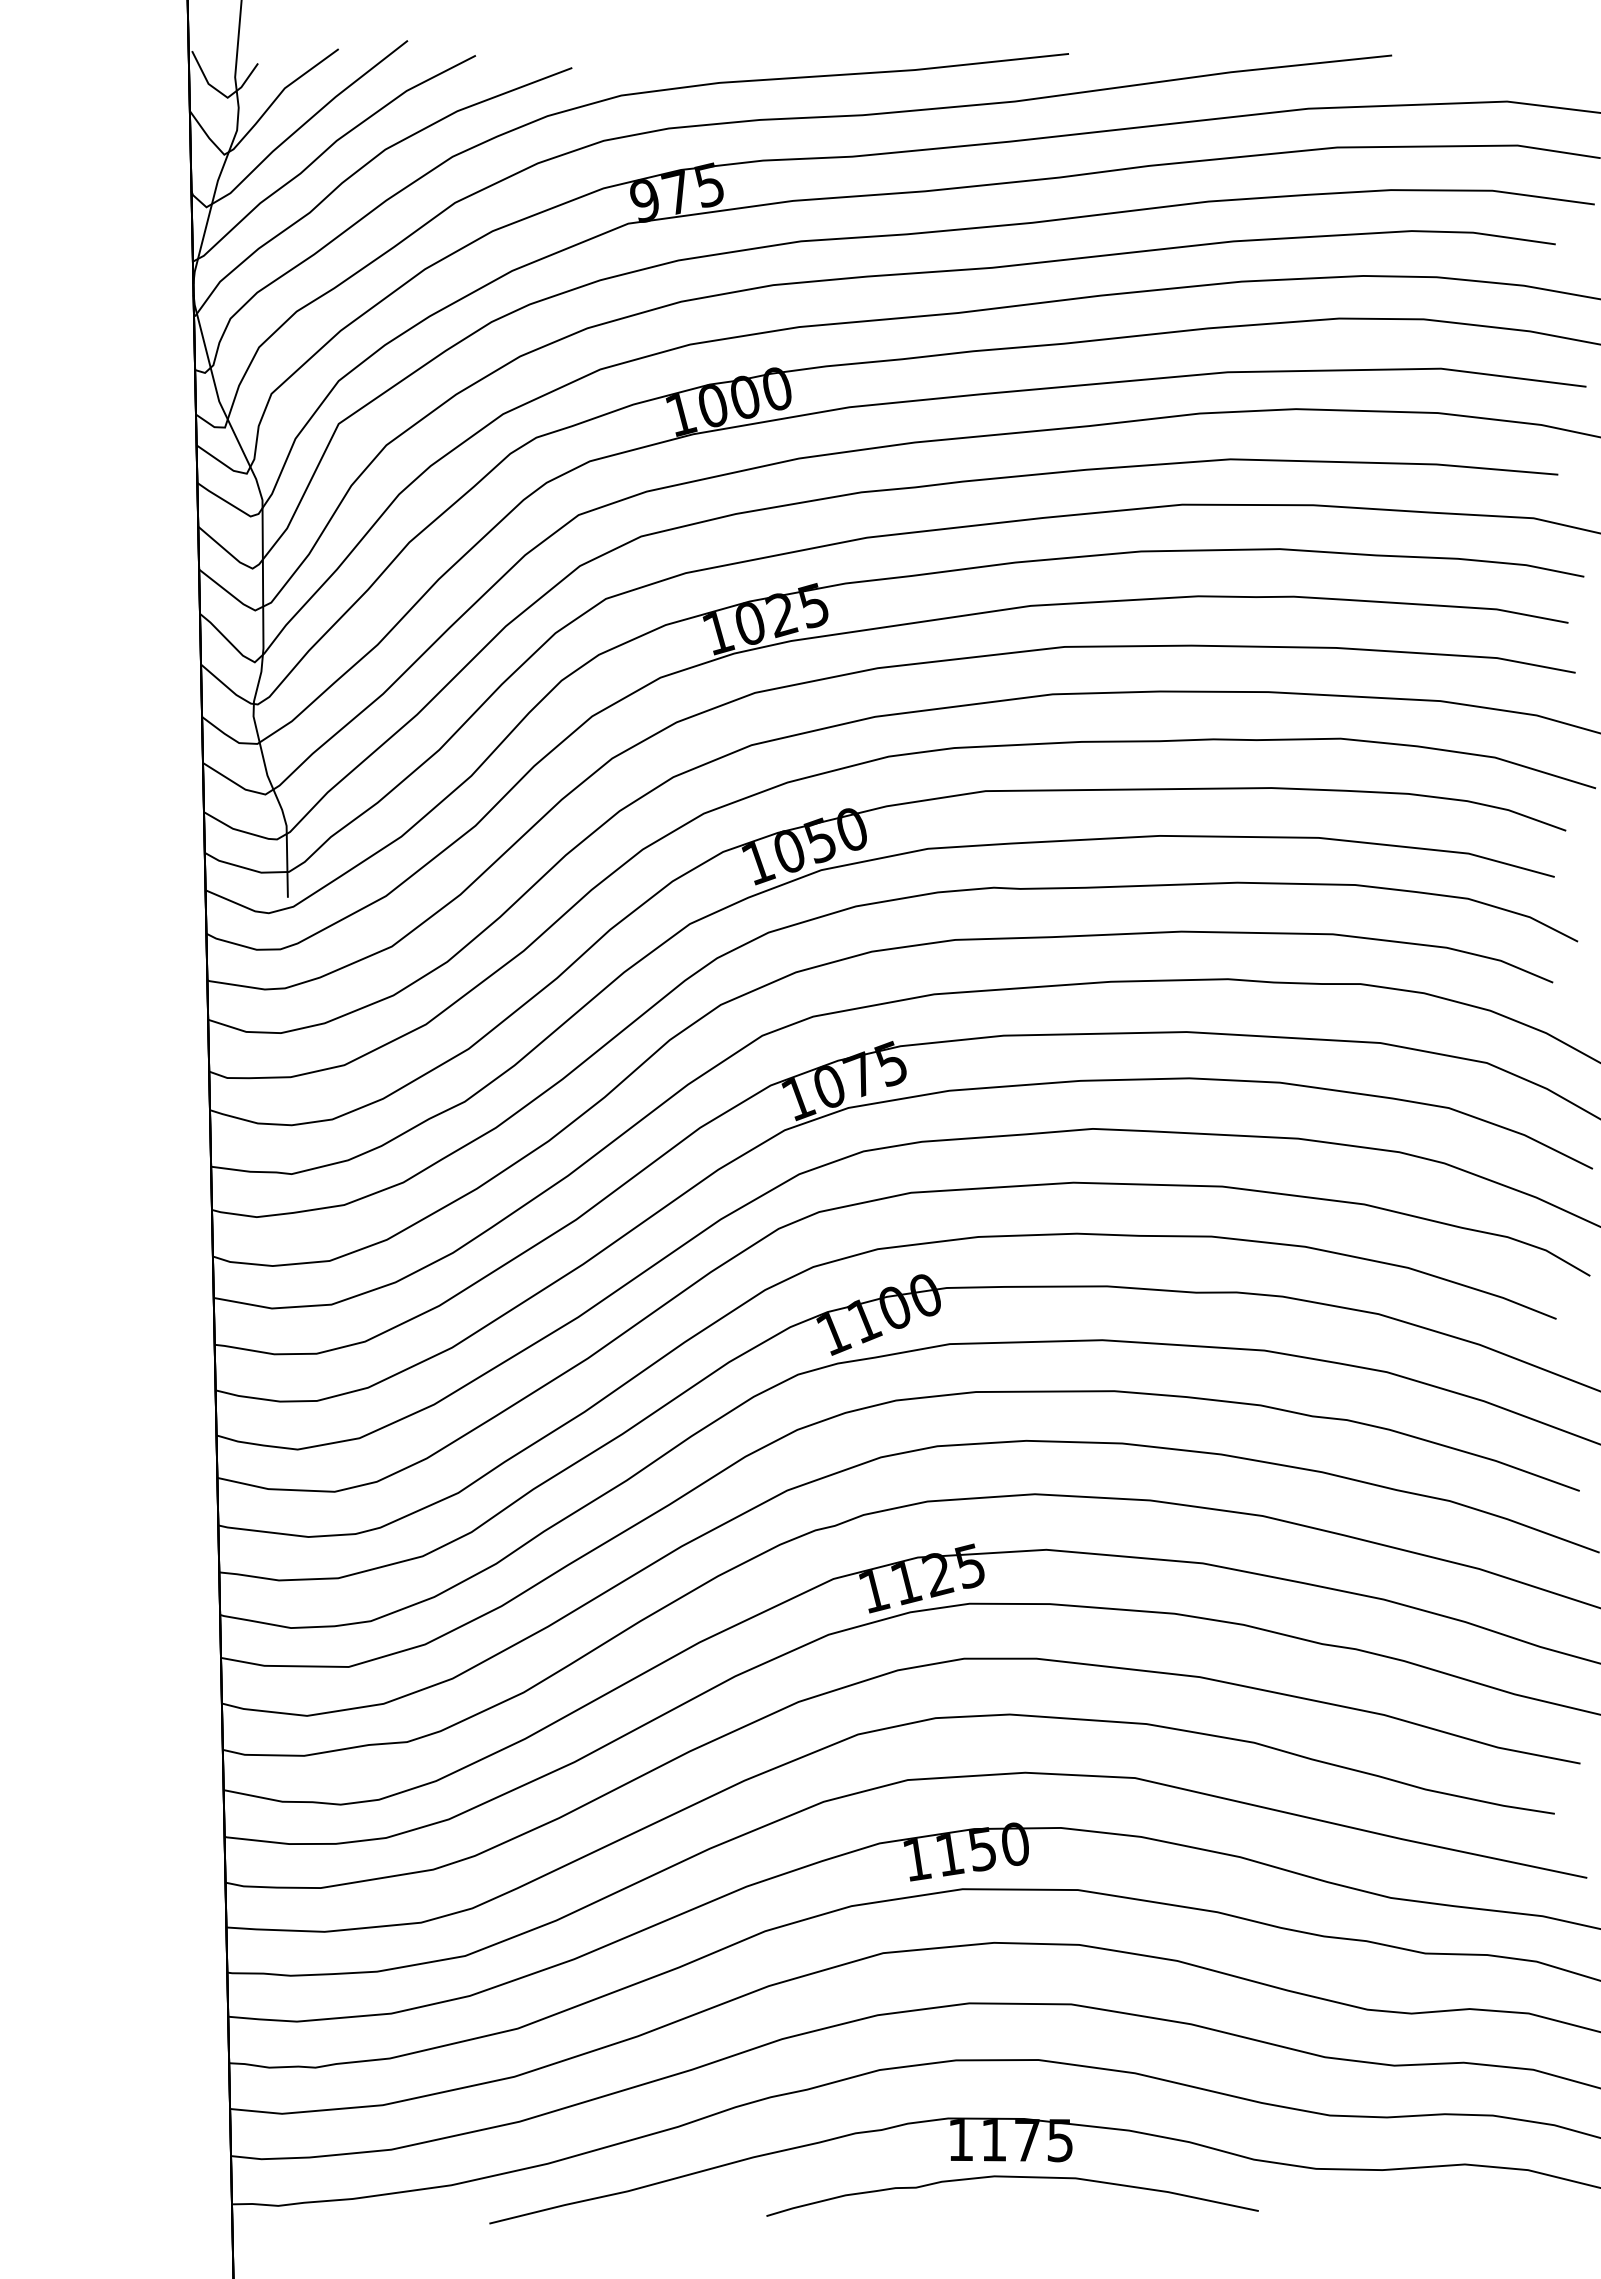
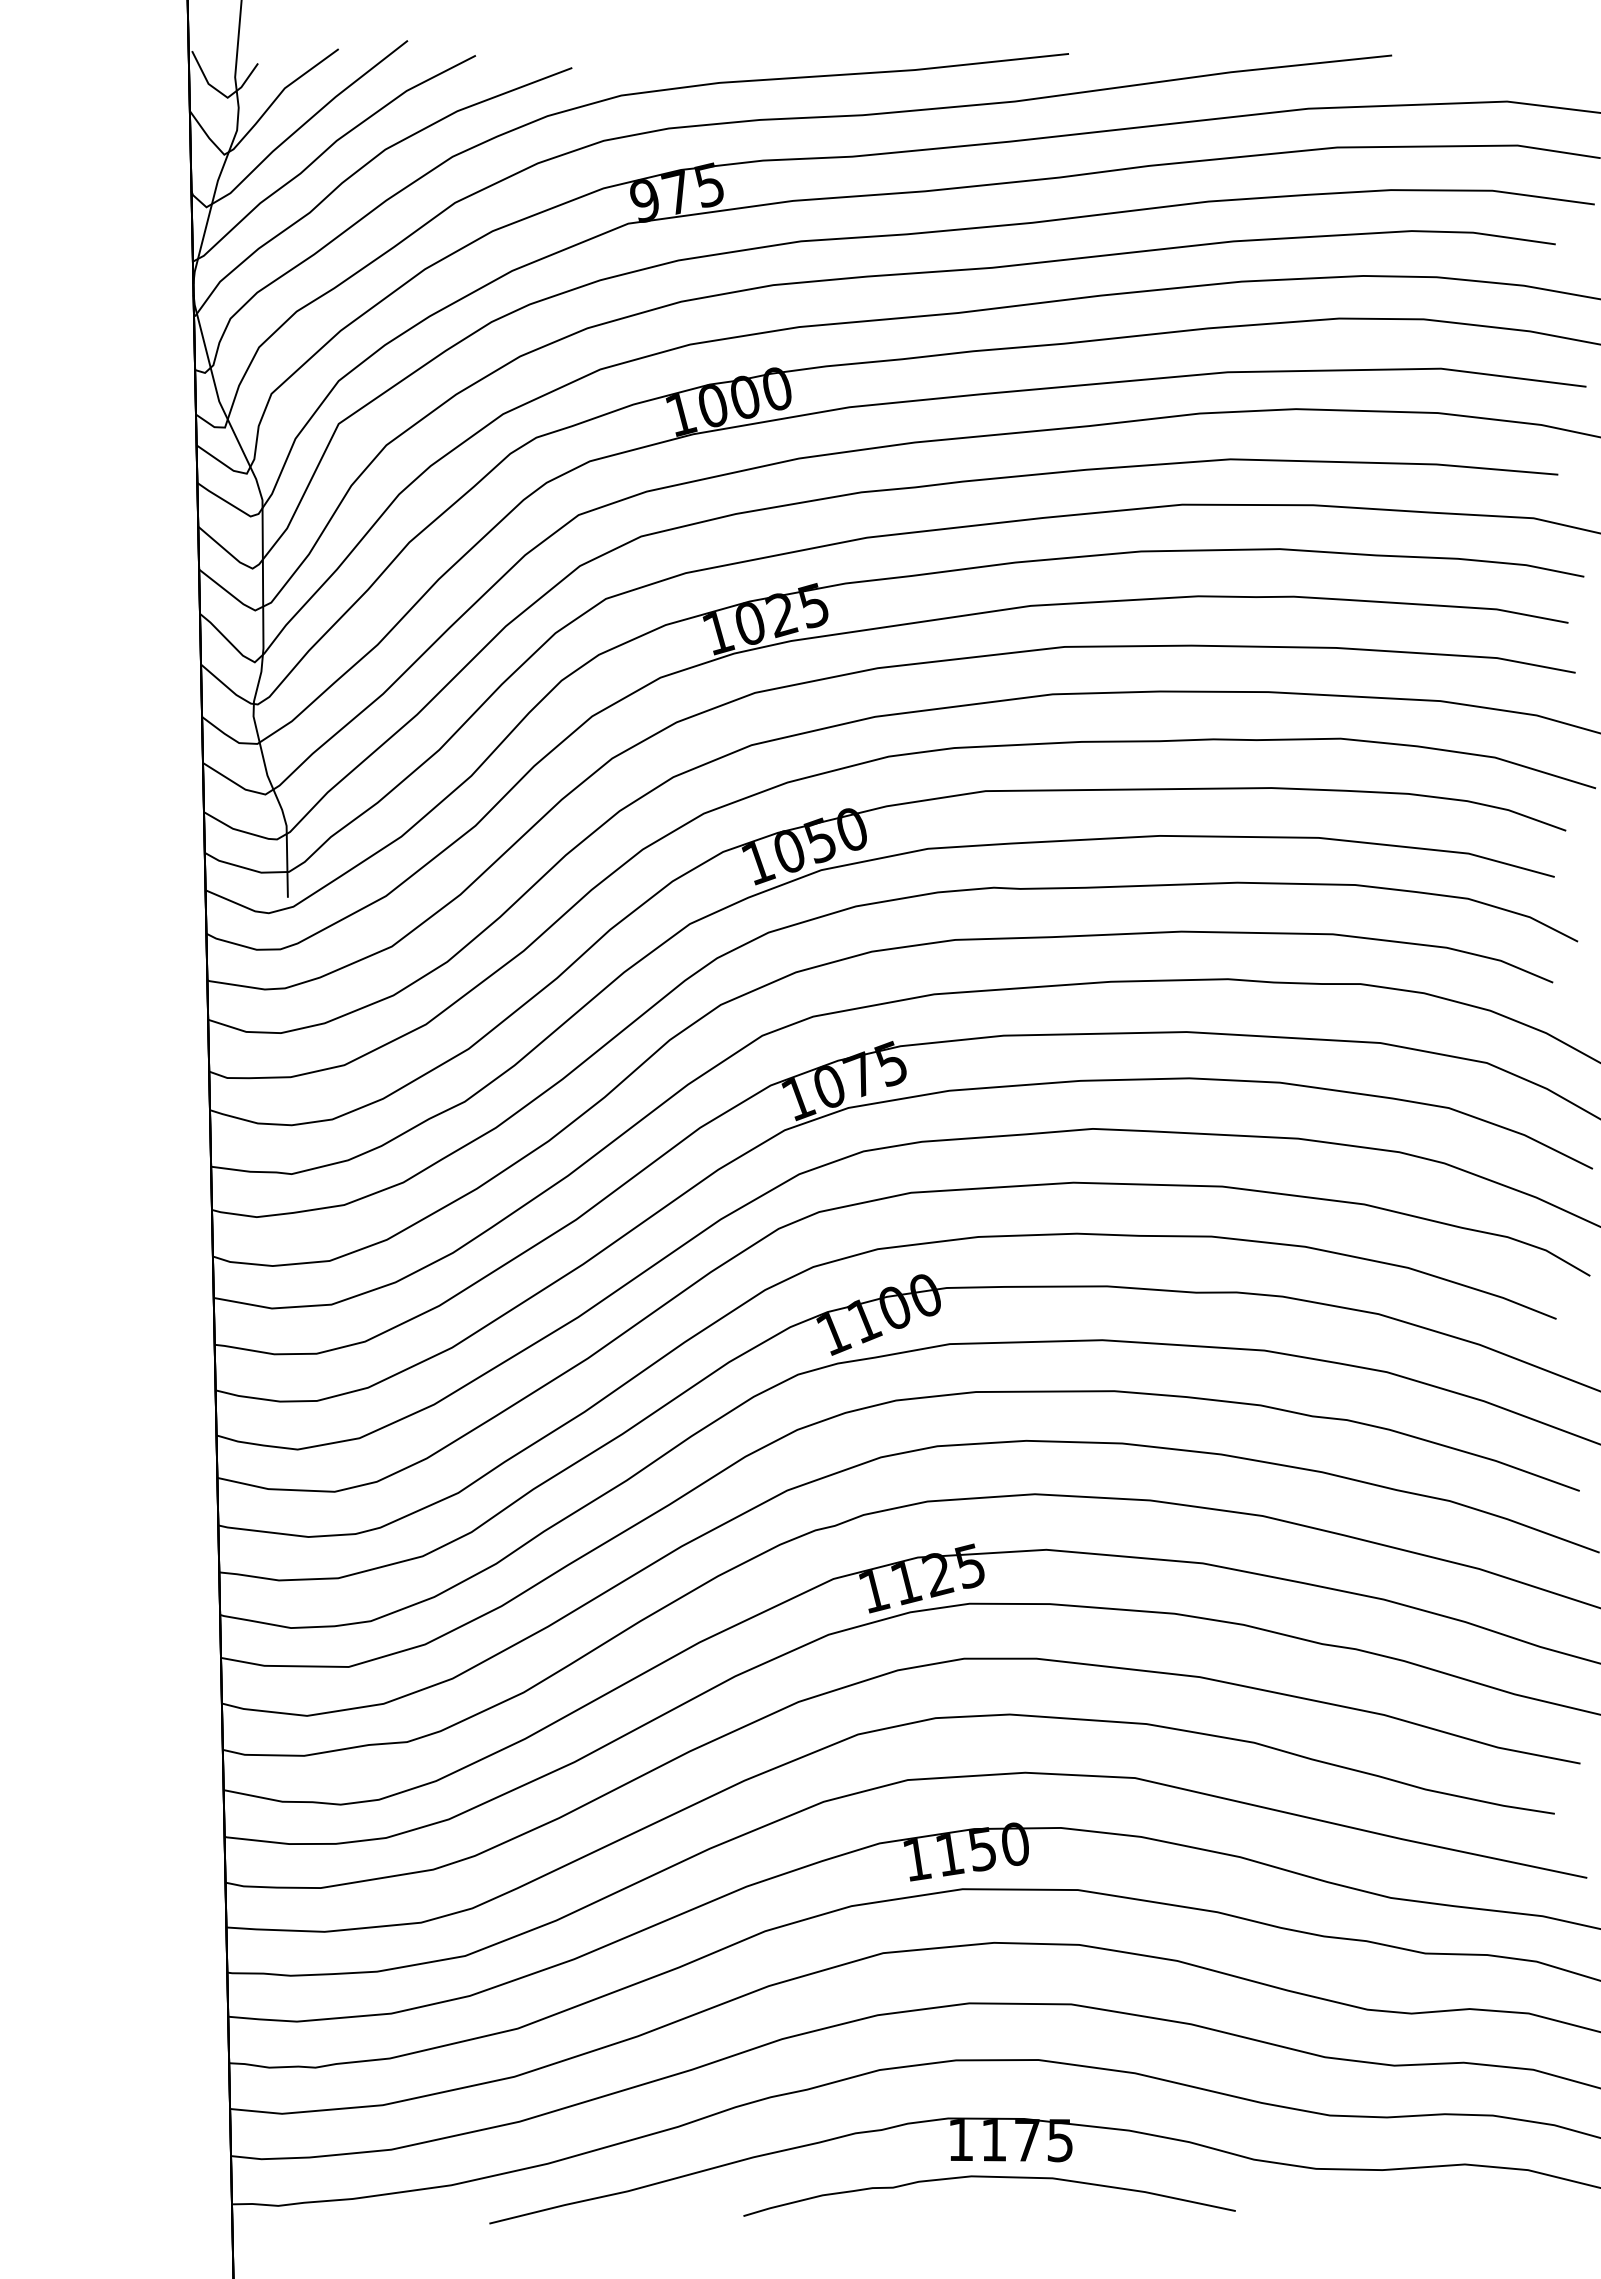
curve at (1012, 2177) position: (1012, 2177) -> (989, 2177)
